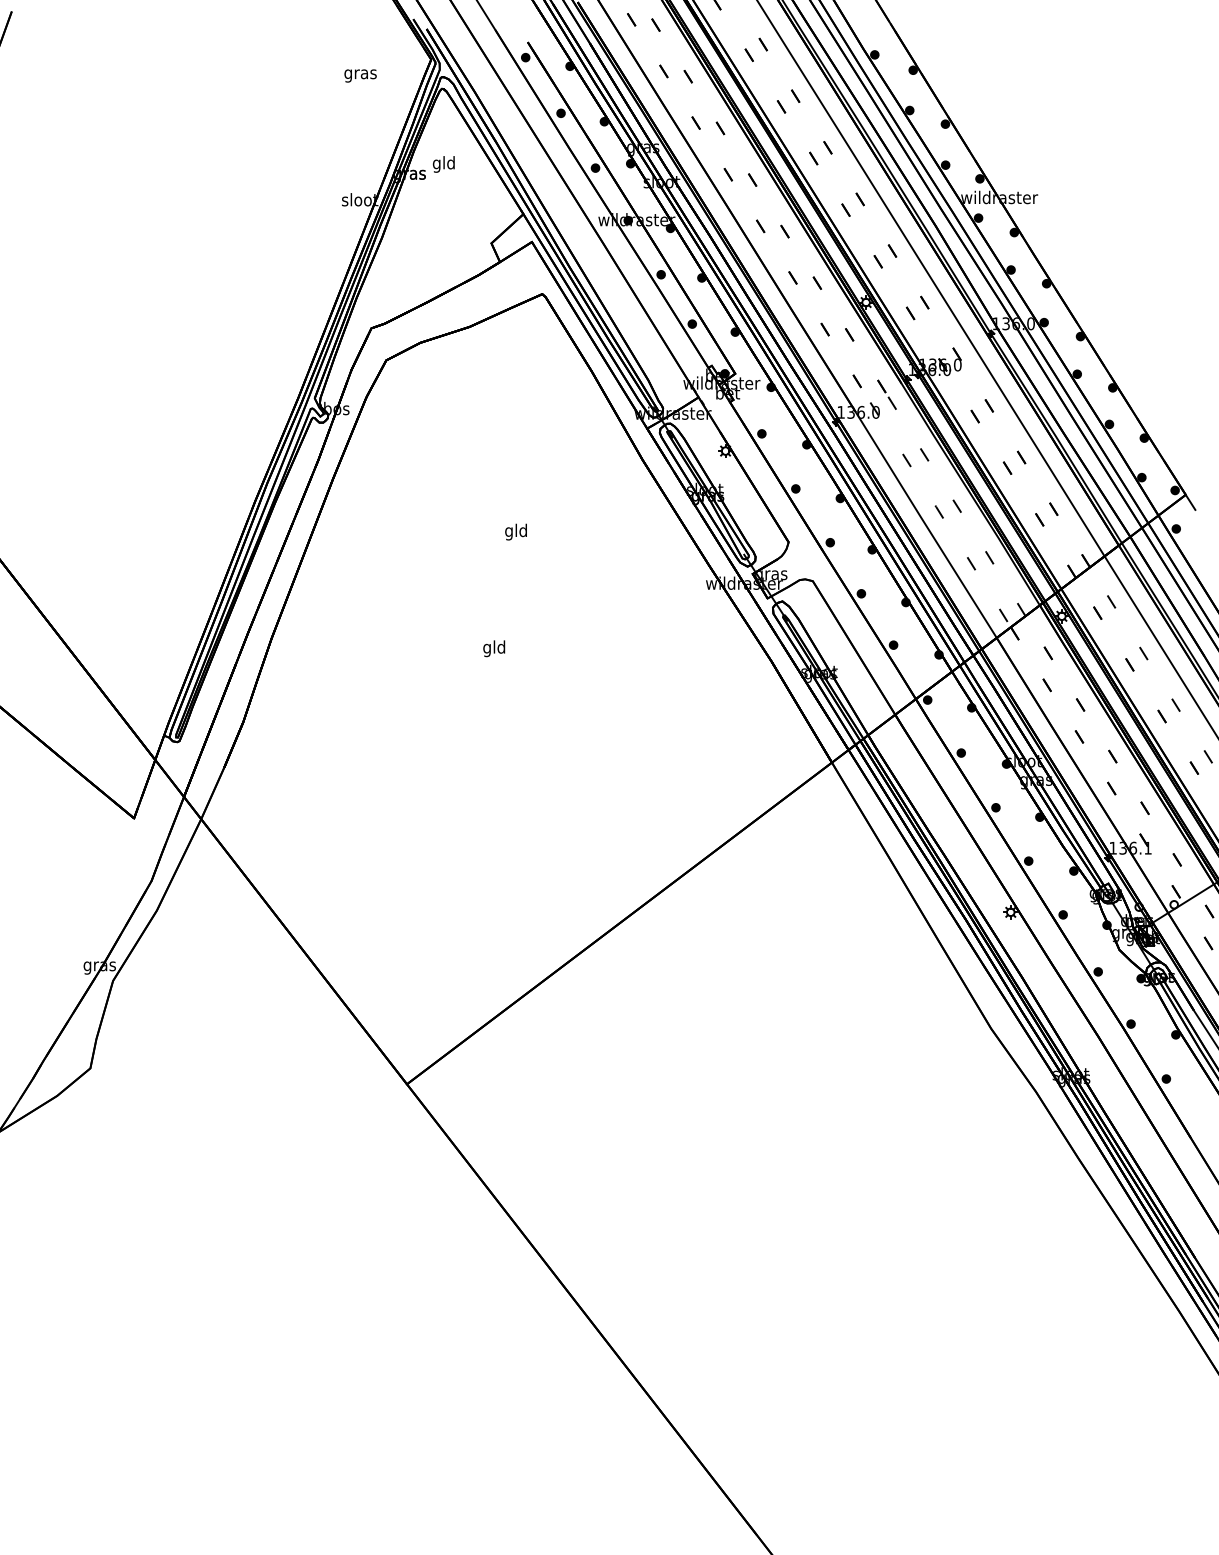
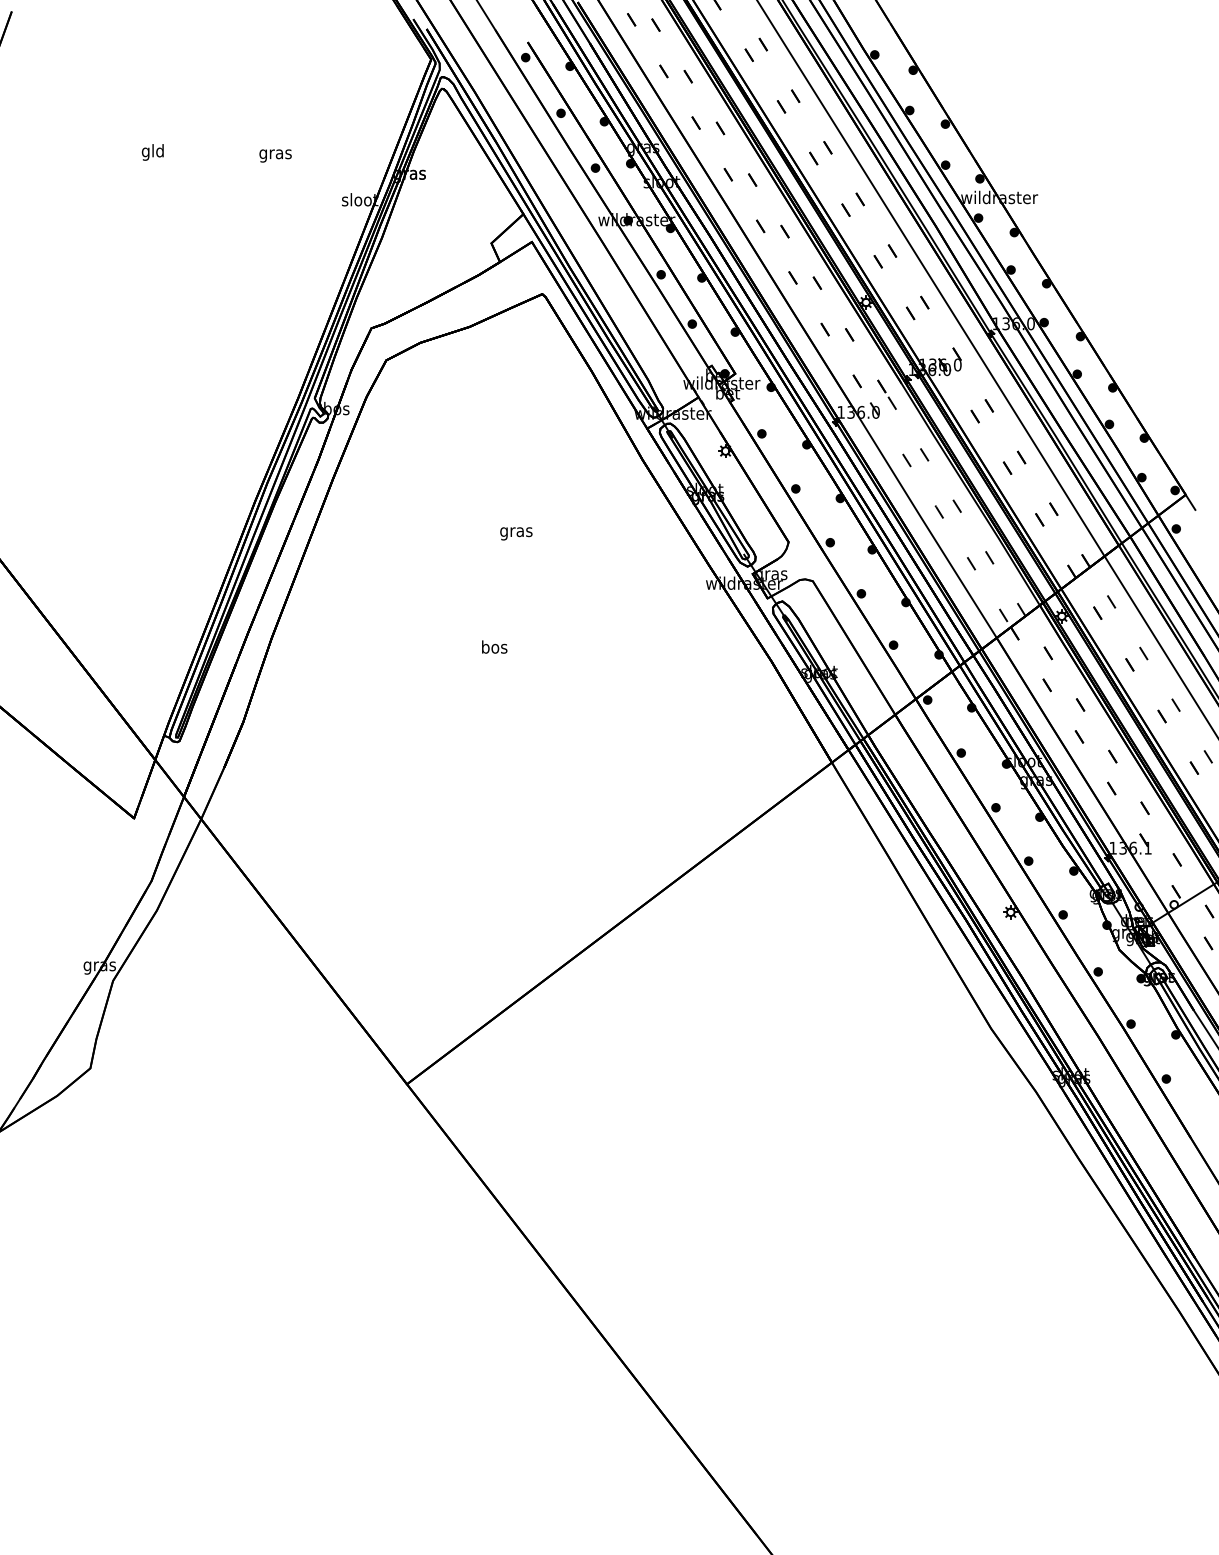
text at (360, 75) position: (360, 75) -> (275, 155)
text at (443, 164) position: (443, 164) -> (152, 152)
text at (516, 531): gld -> gras
text at (494, 648): gld -> bos
